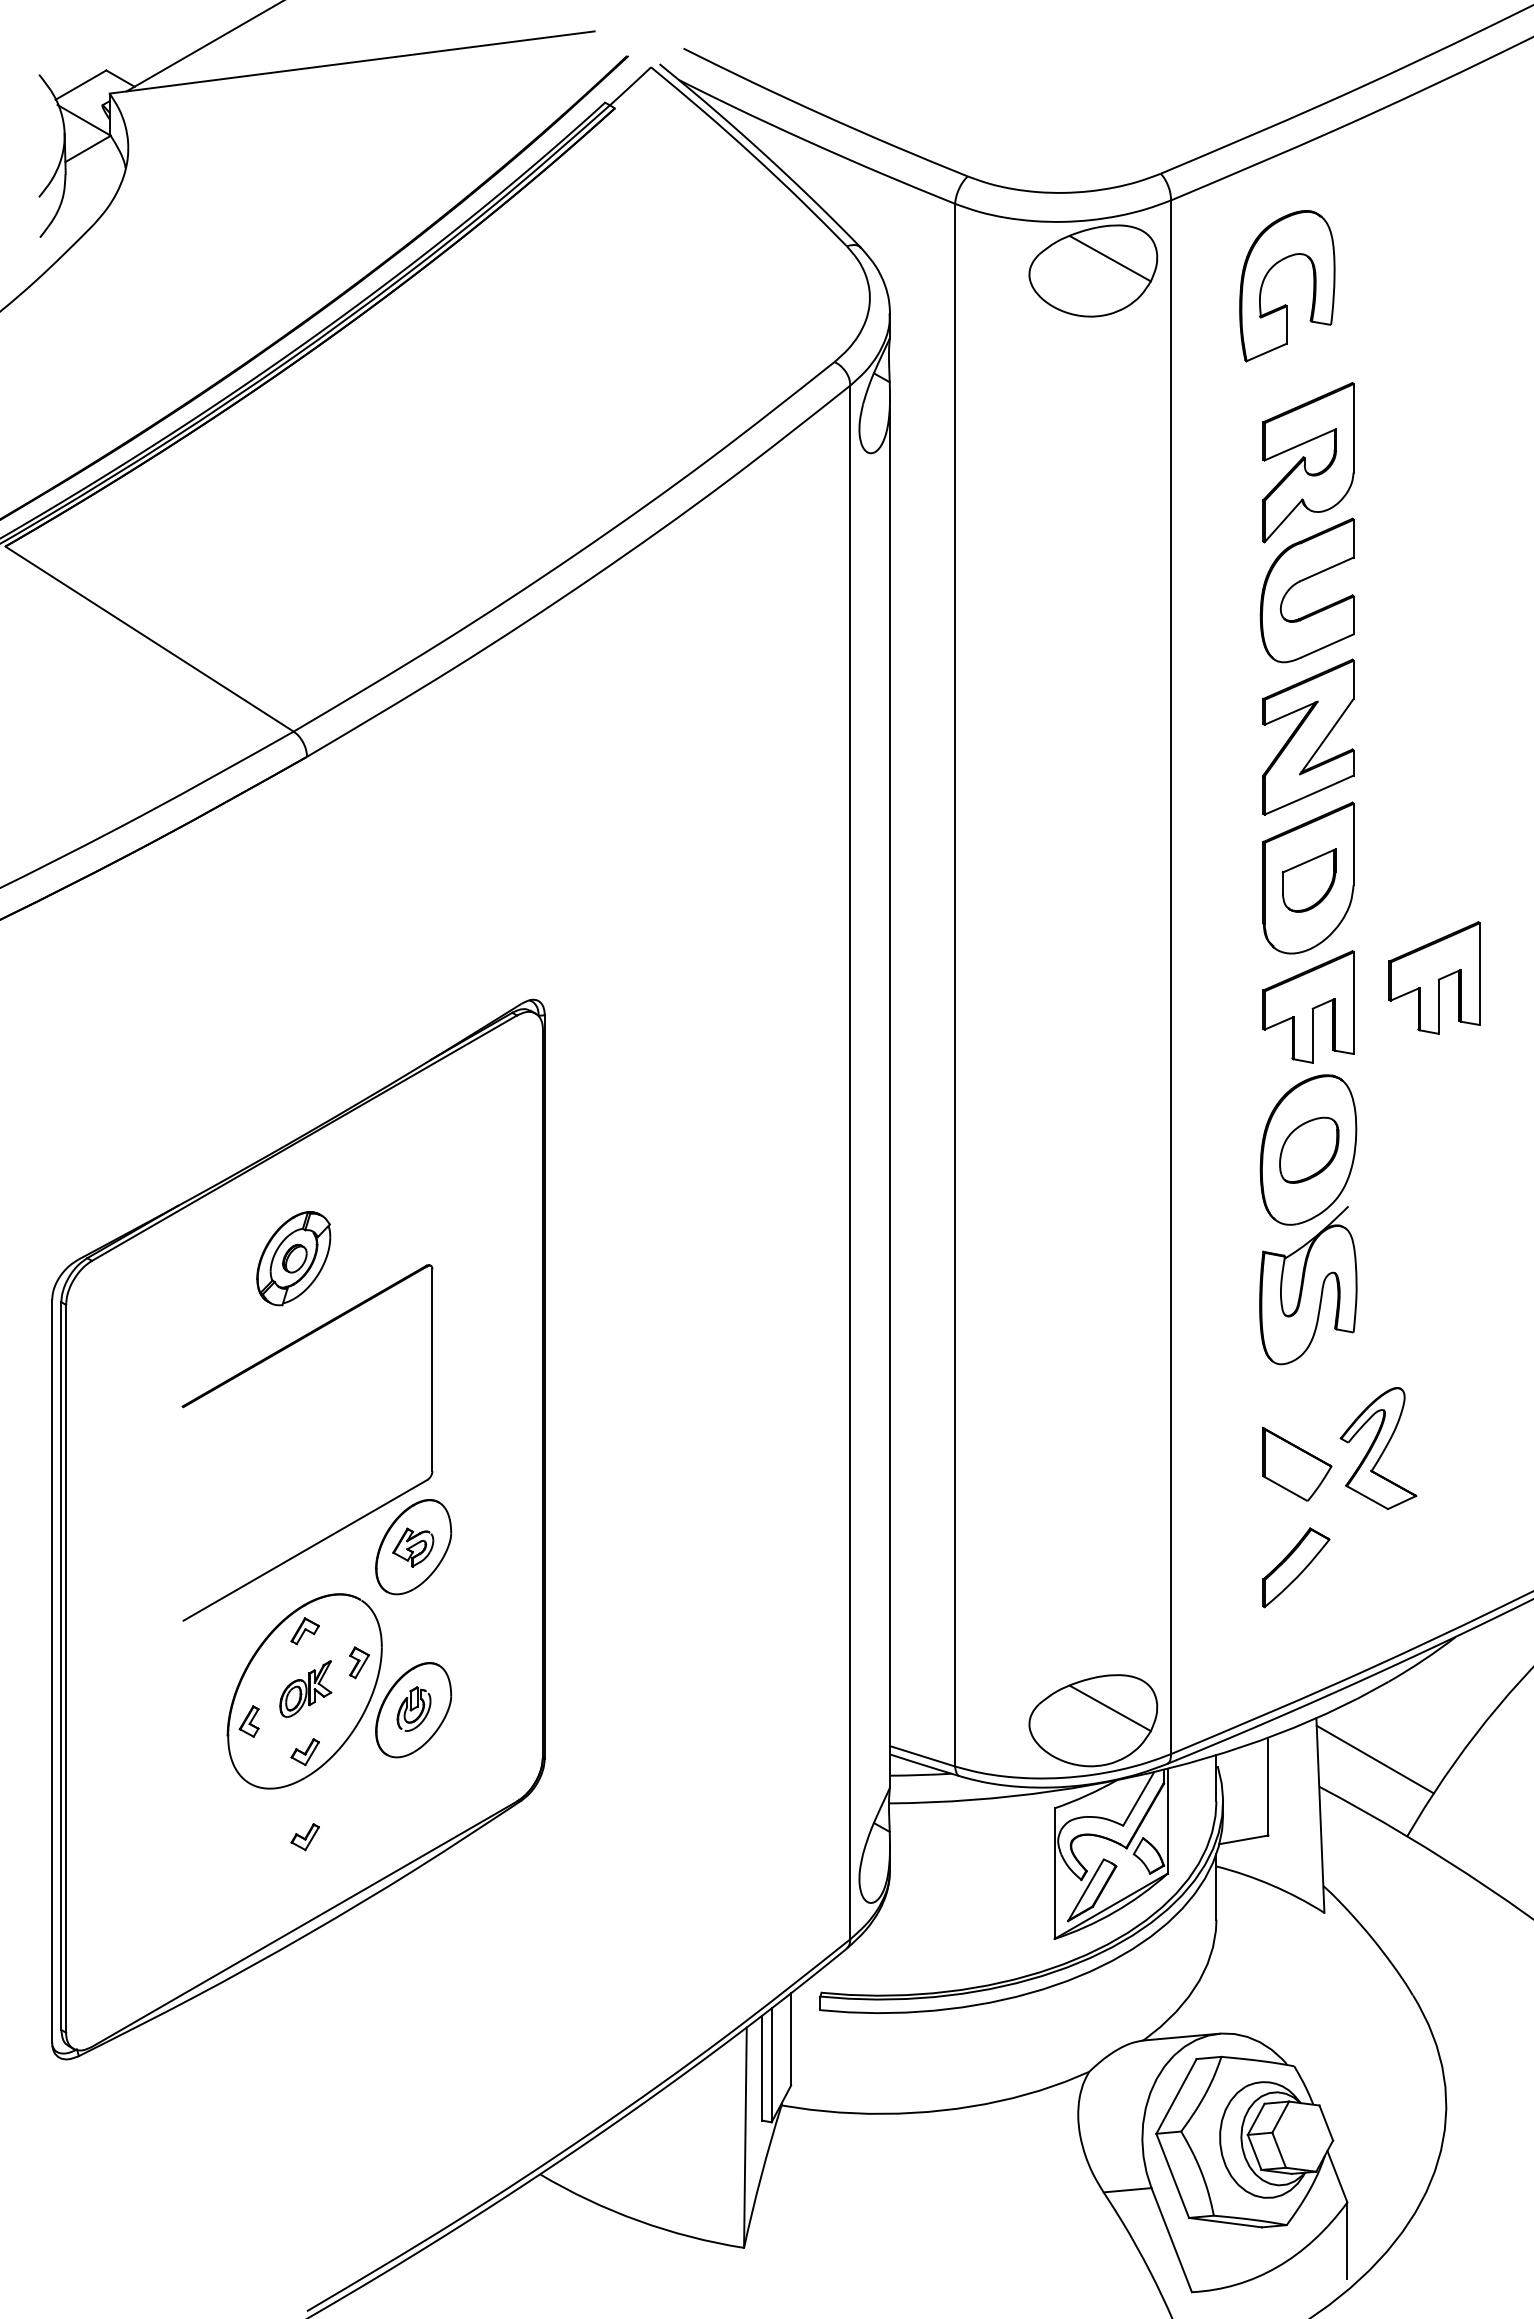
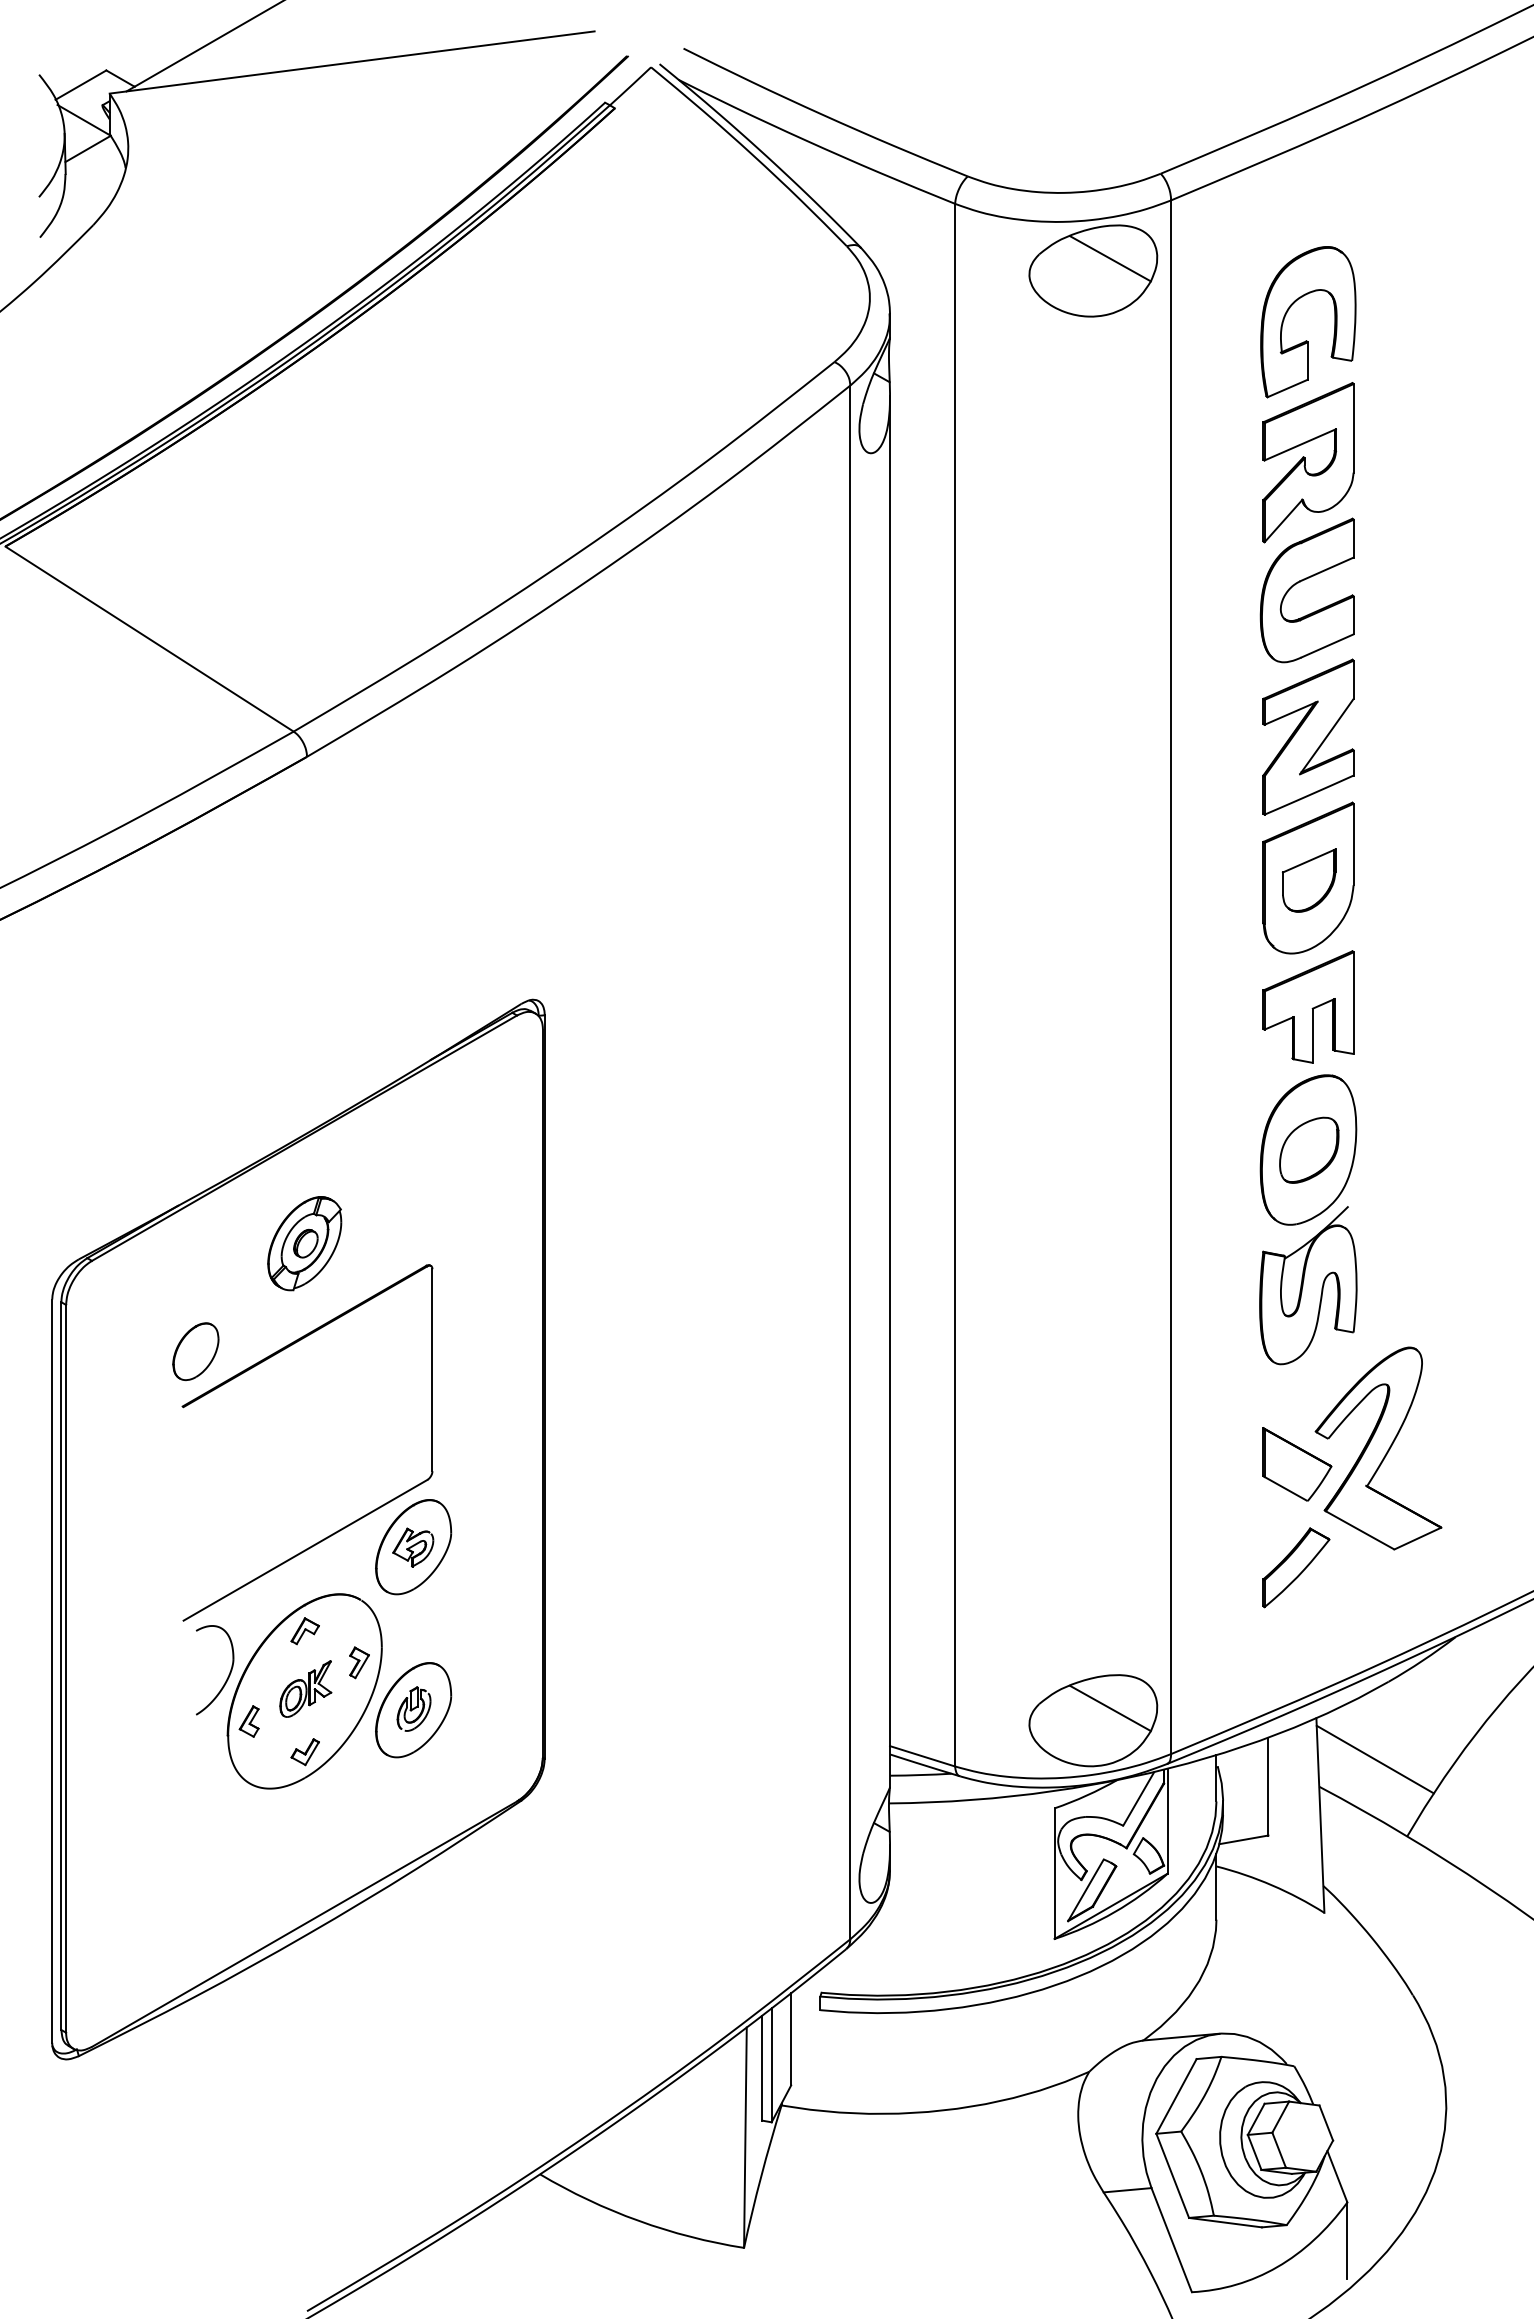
part at (1286, 304) position: (1286, 304) -> (1307, 340)
part at (1434, 977): present -> none
part at (293, 1258) position: (293, 1258) -> (304, 1243)
part at (195, 1351): none -> present
part at (1378, 1448) size: 79x124 px -> 129x205 px
part at (227, 1676): none -> present
part at (304, 1837): present -> none
